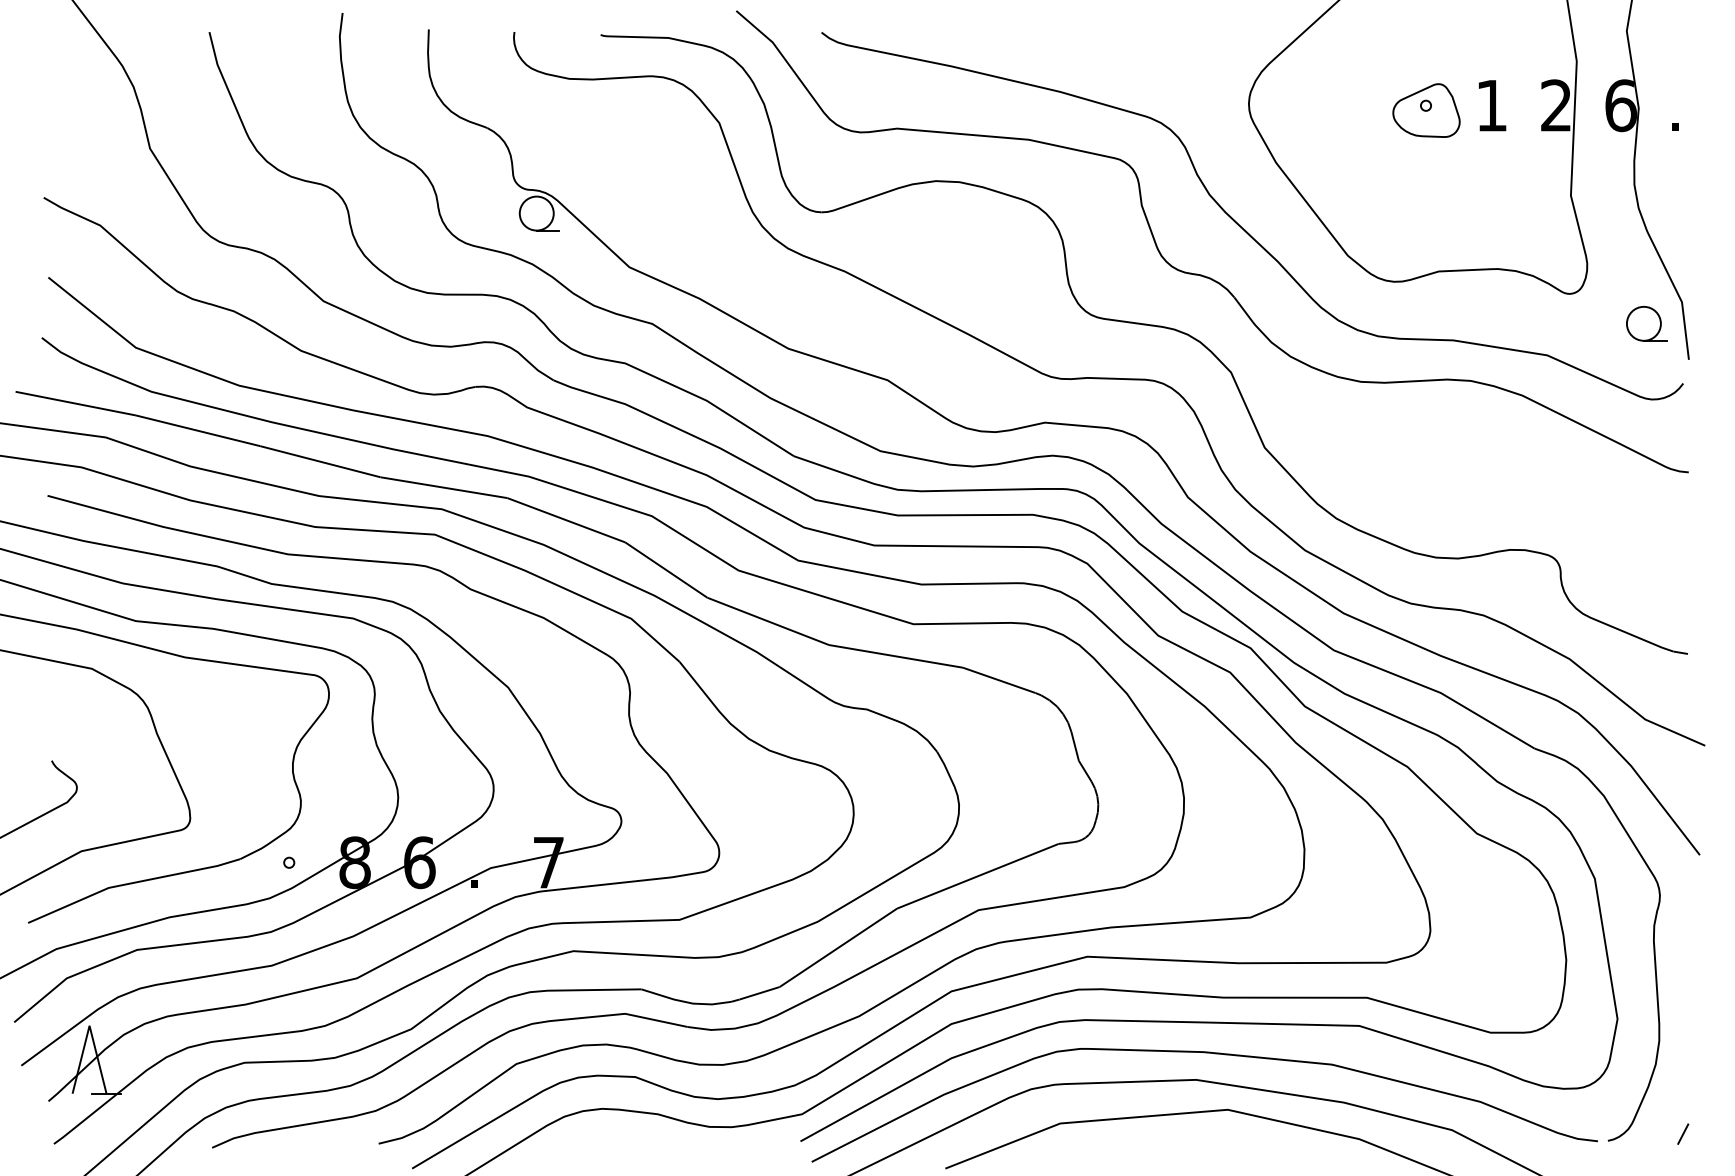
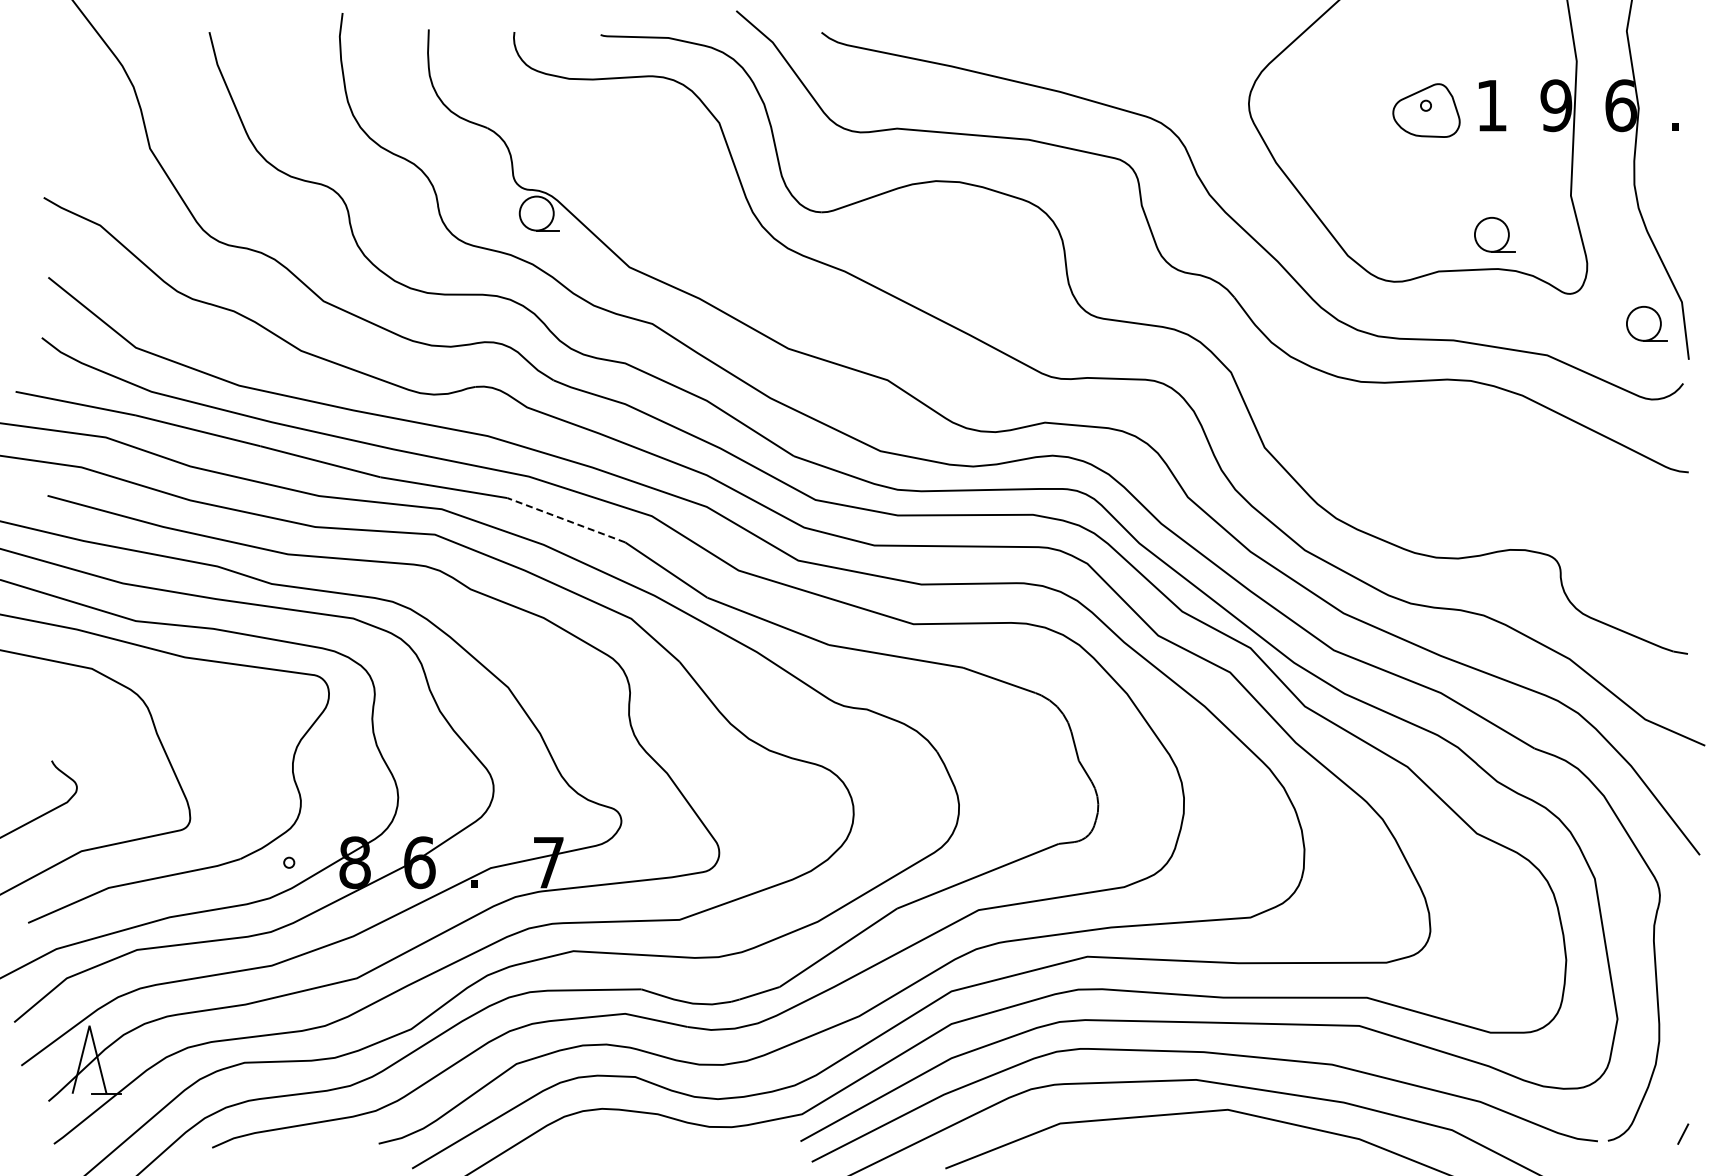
text at (1556, 105): 2 -> 9
part at (1494, 234): none -> present
line at (566, 520): solid -> dashed
